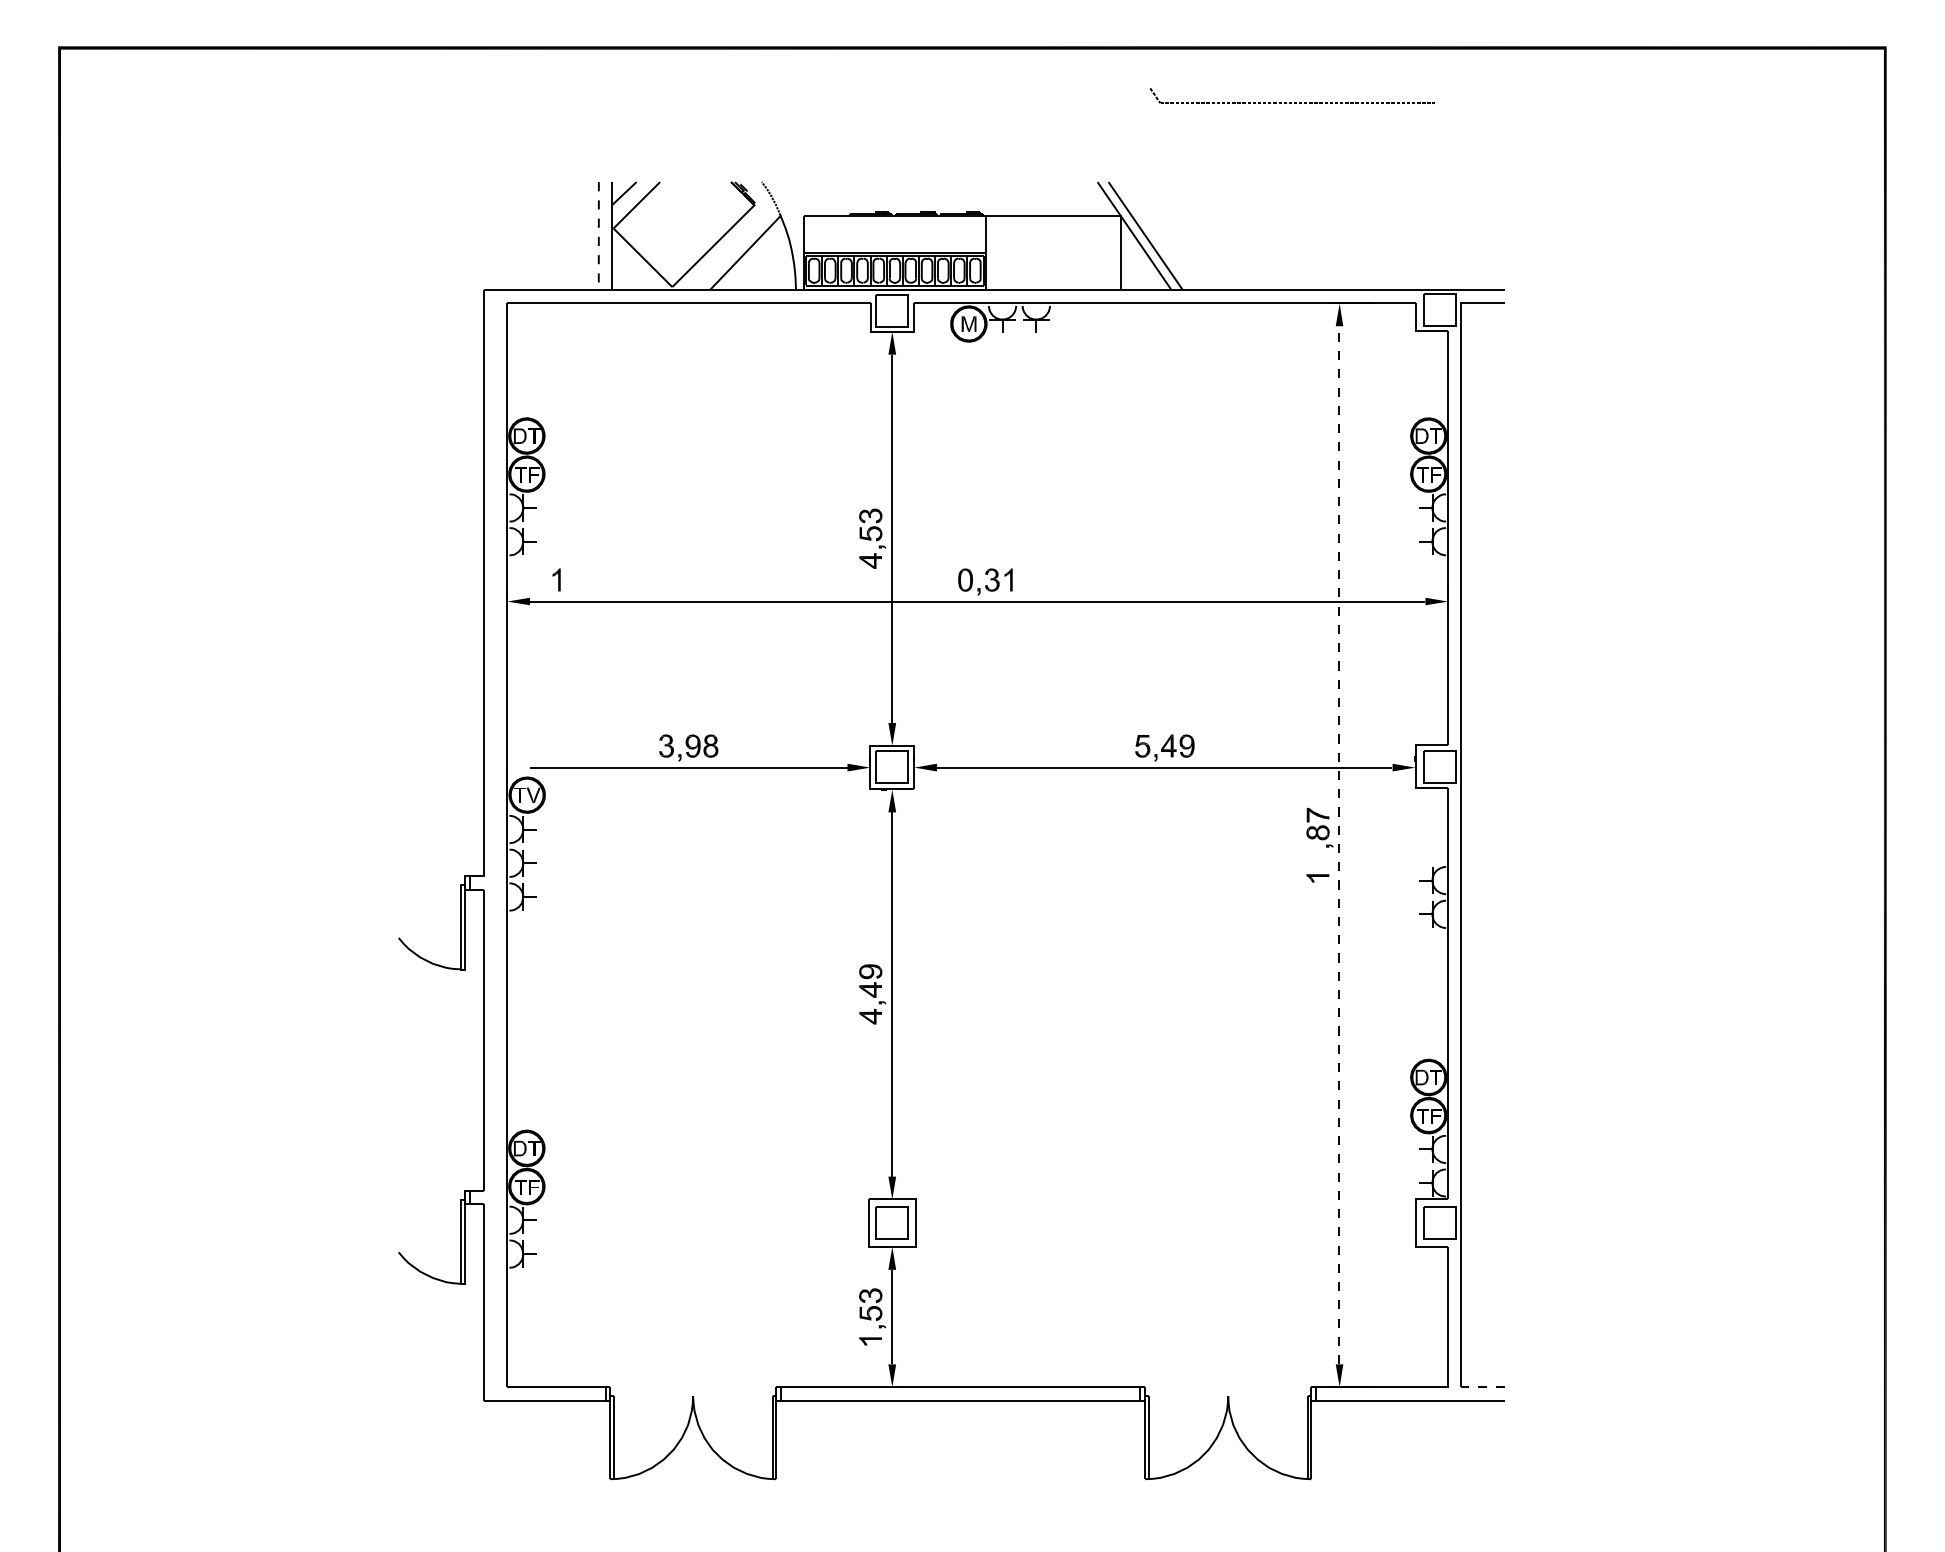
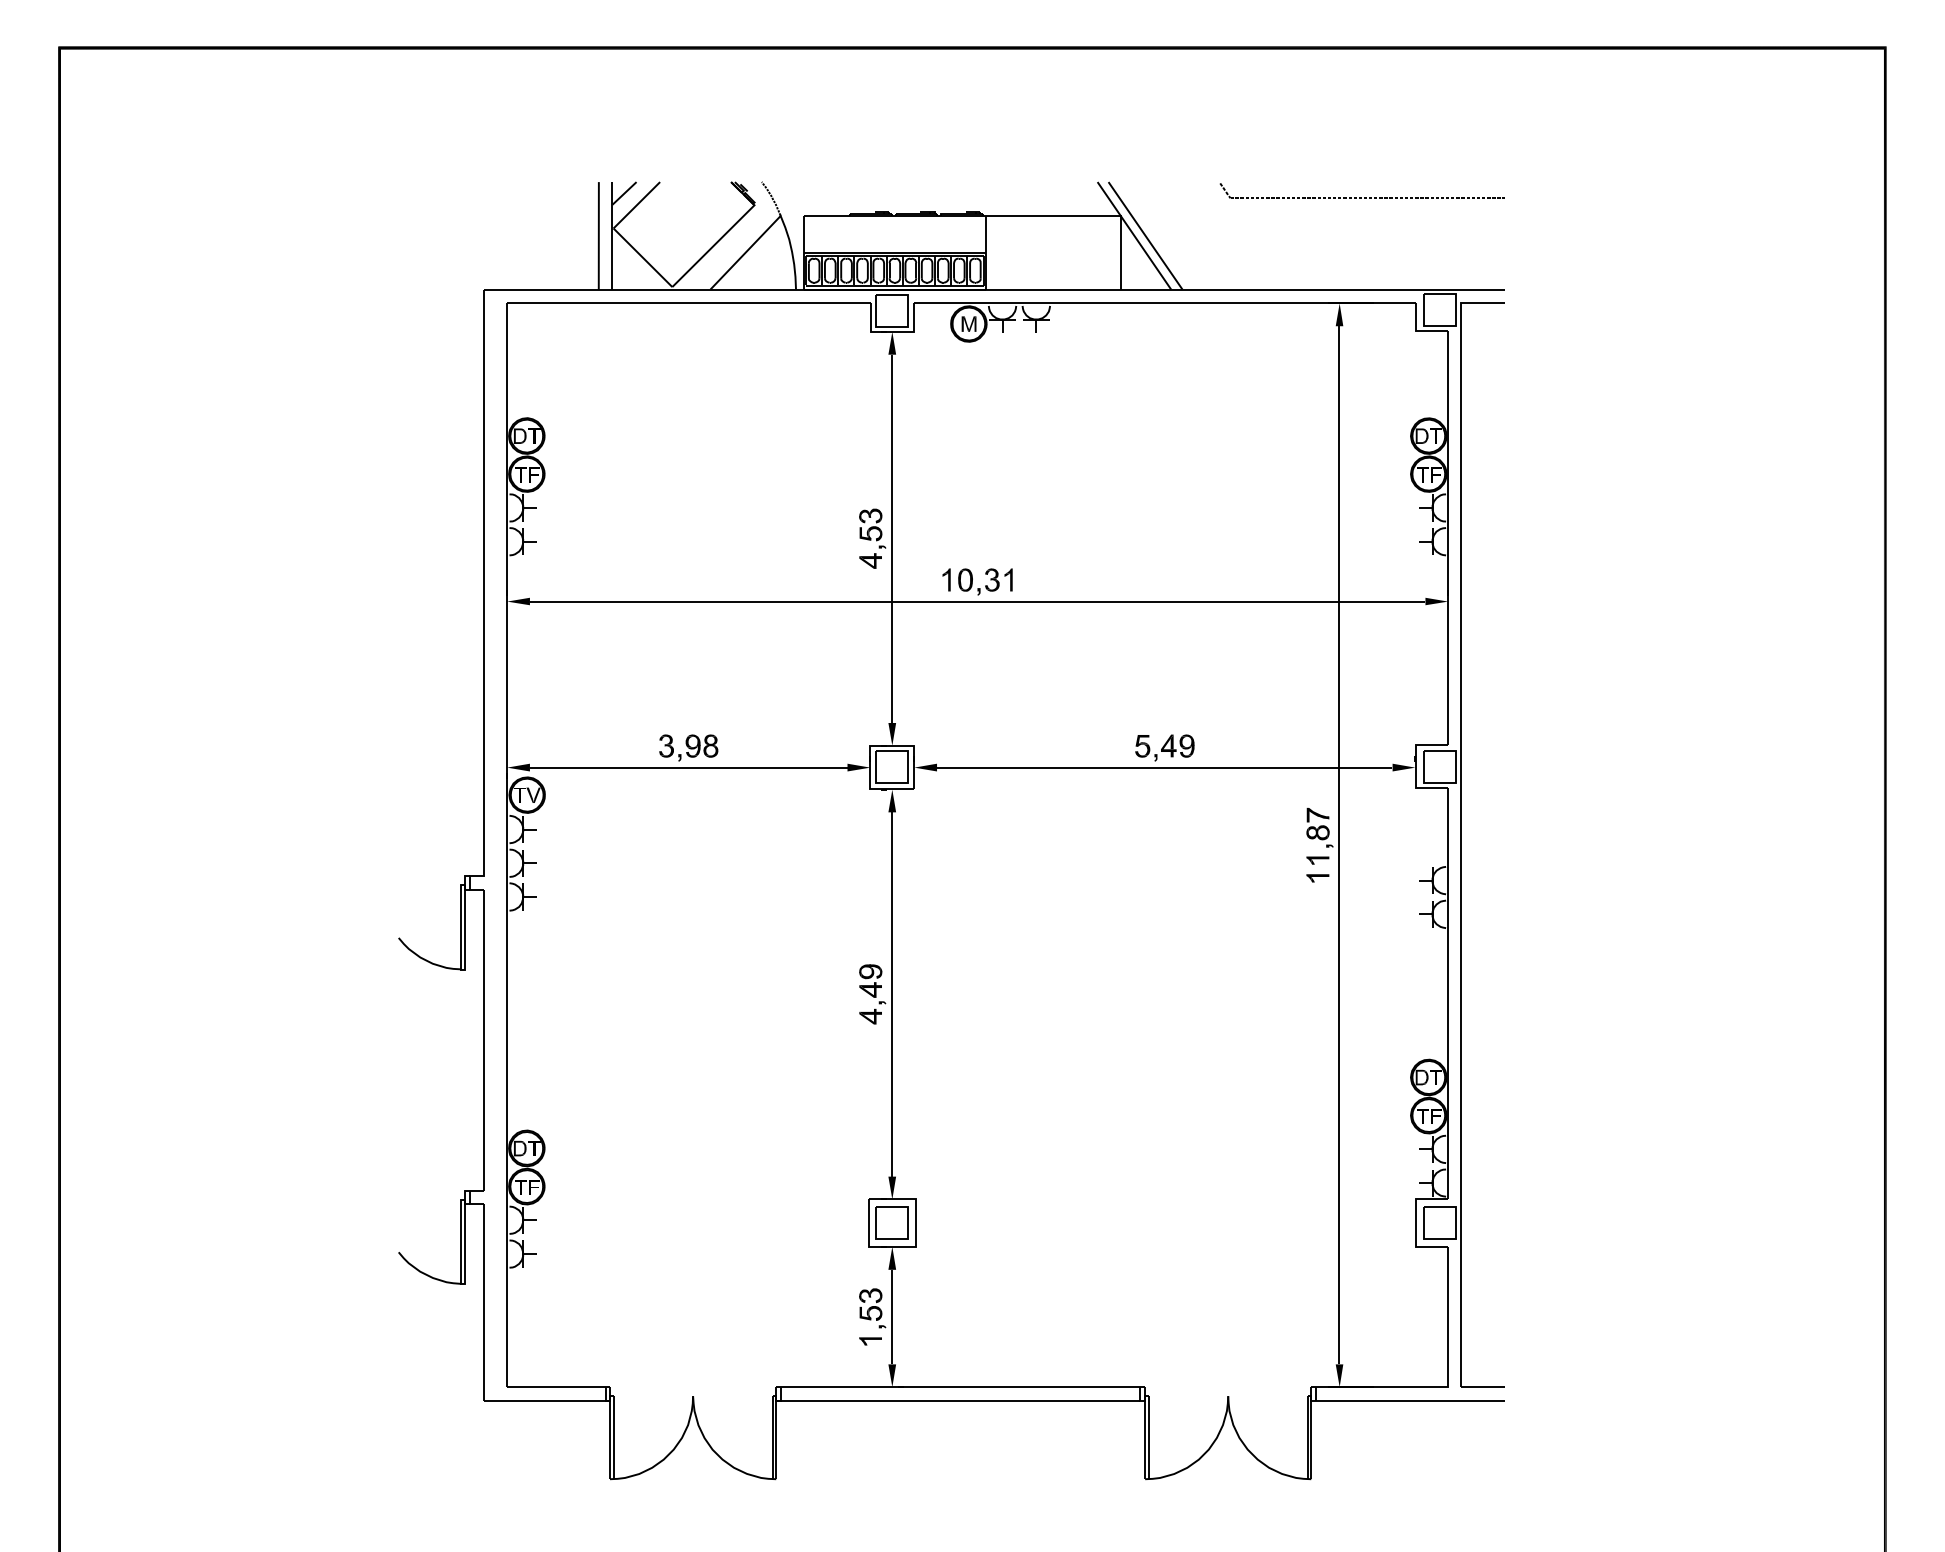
part at (1291, 102) position: (1291, 102) -> (1361, 197)
line at (598, 235): dashed -> solid
part at (556, 579) position: (556, 579) -> (946, 579)
fill at (518, 767): none -> present
line at (1339, 845): dashed -> solid
part at (1317, 860): none -> present
line at (1483, 1387): dashed -> solid
